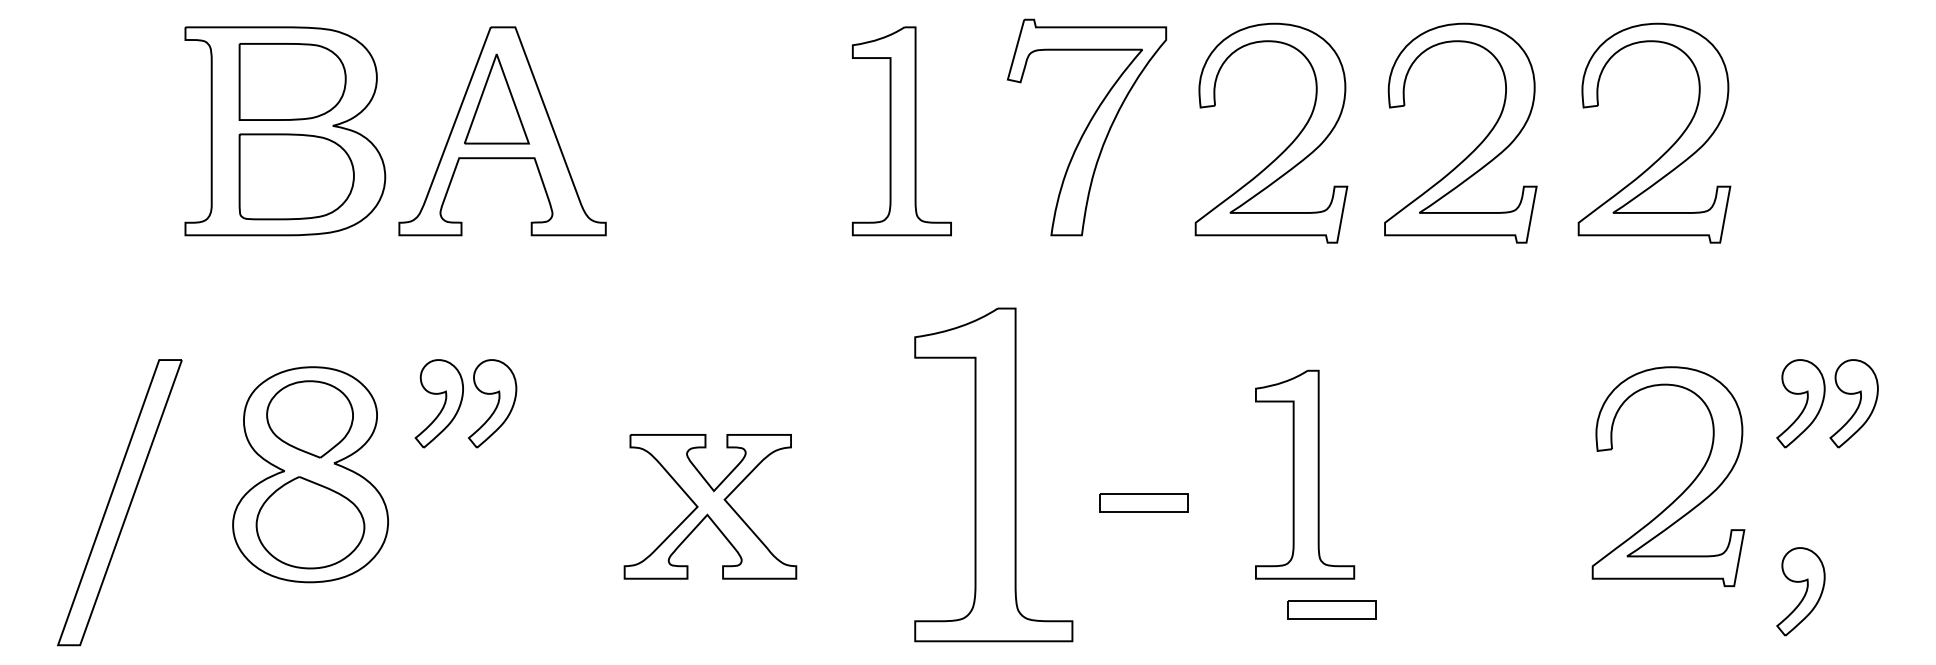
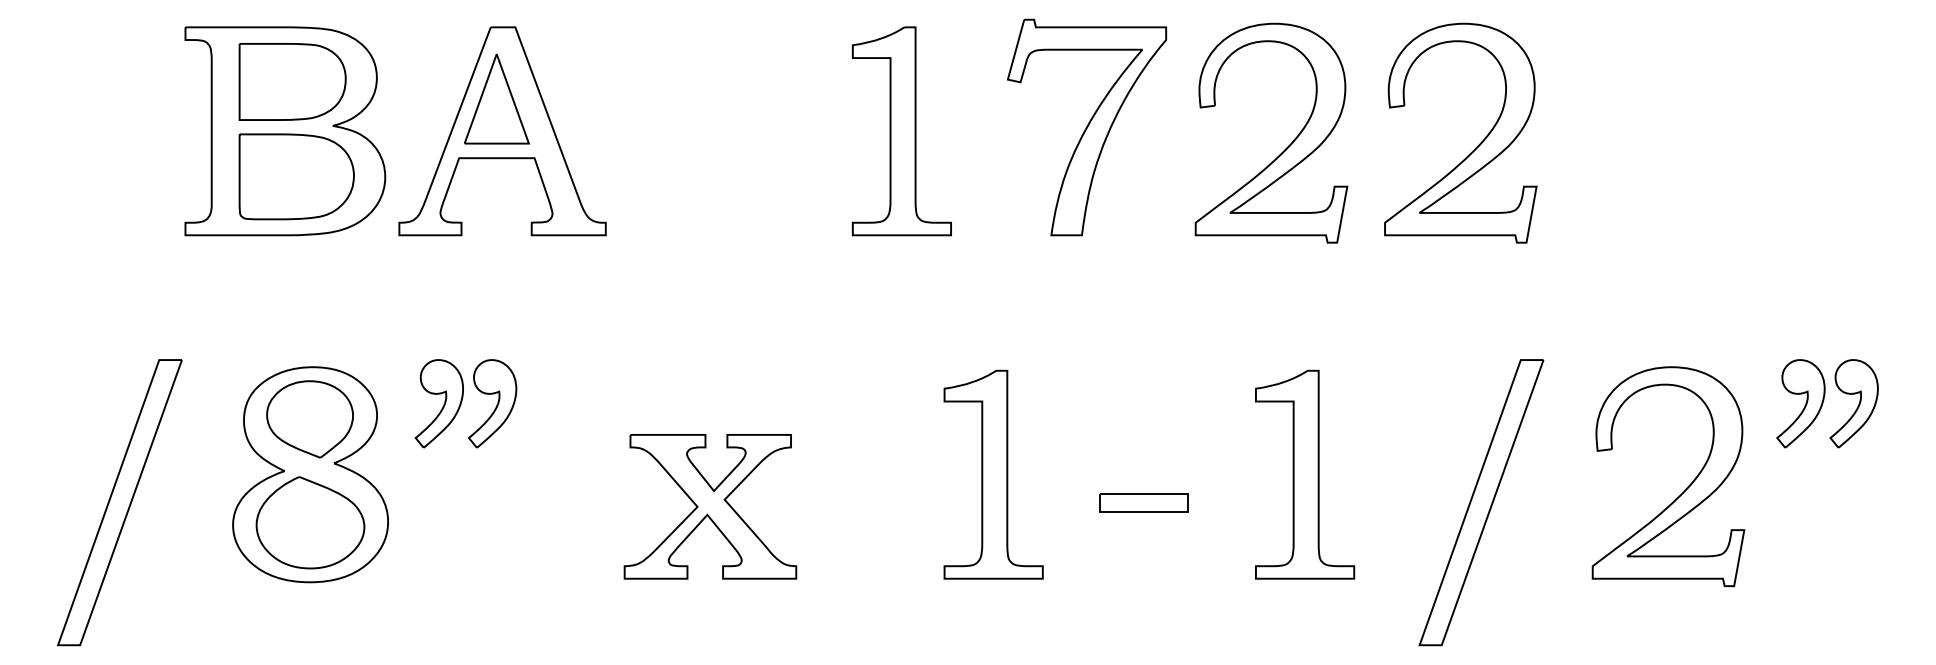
part at (1669, 147): present -> none
part at (993, 474) size: 160x336 px -> 101x211 px
part at (1481, 502): none -> present
part at (1800, 591): present -> none
part at (1331, 609): present -> none
